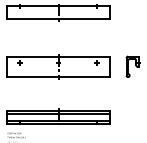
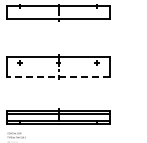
part at (132, 66): present -> none
line at (58, 77): solid -> dashed
